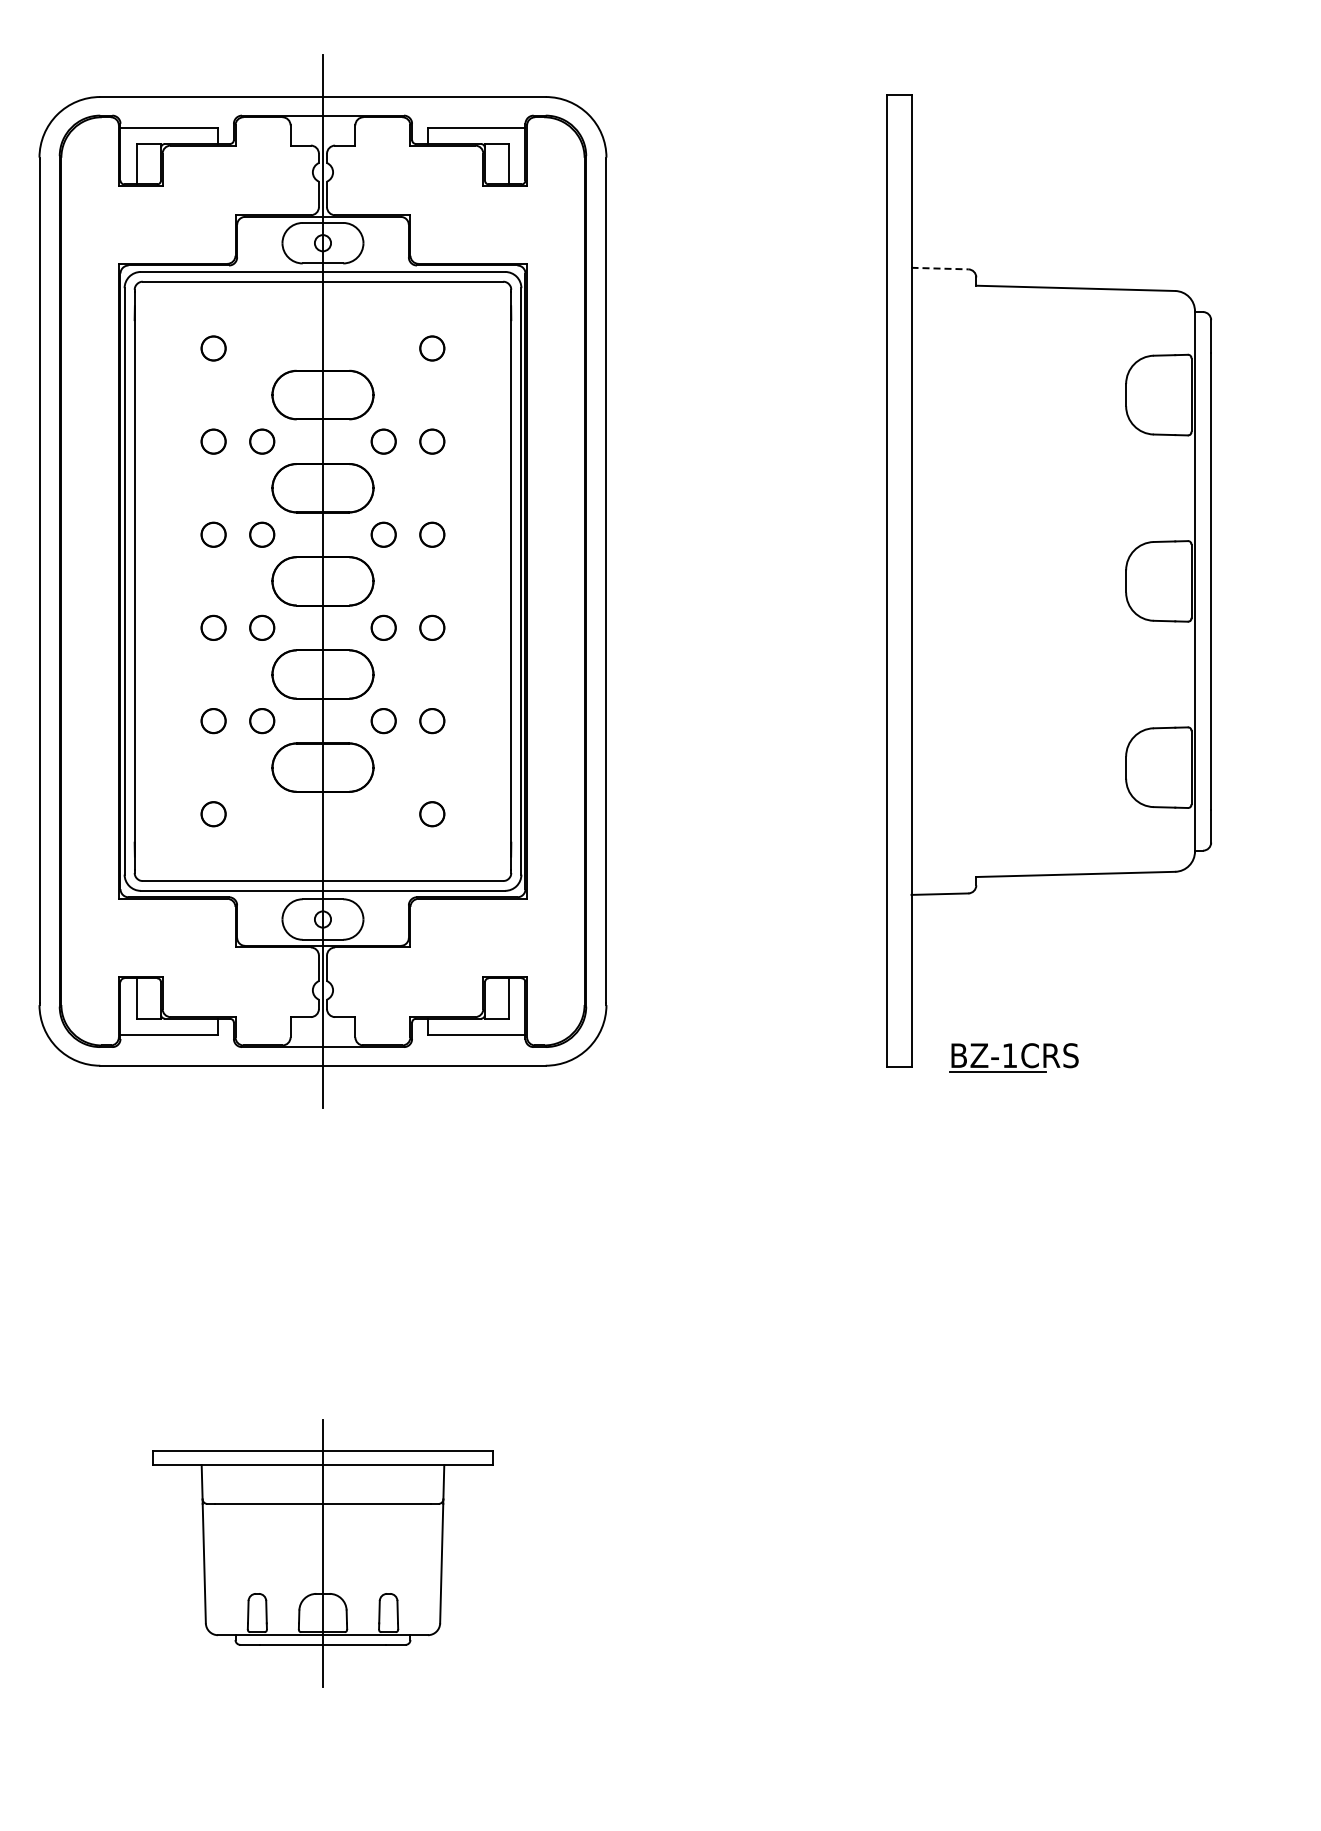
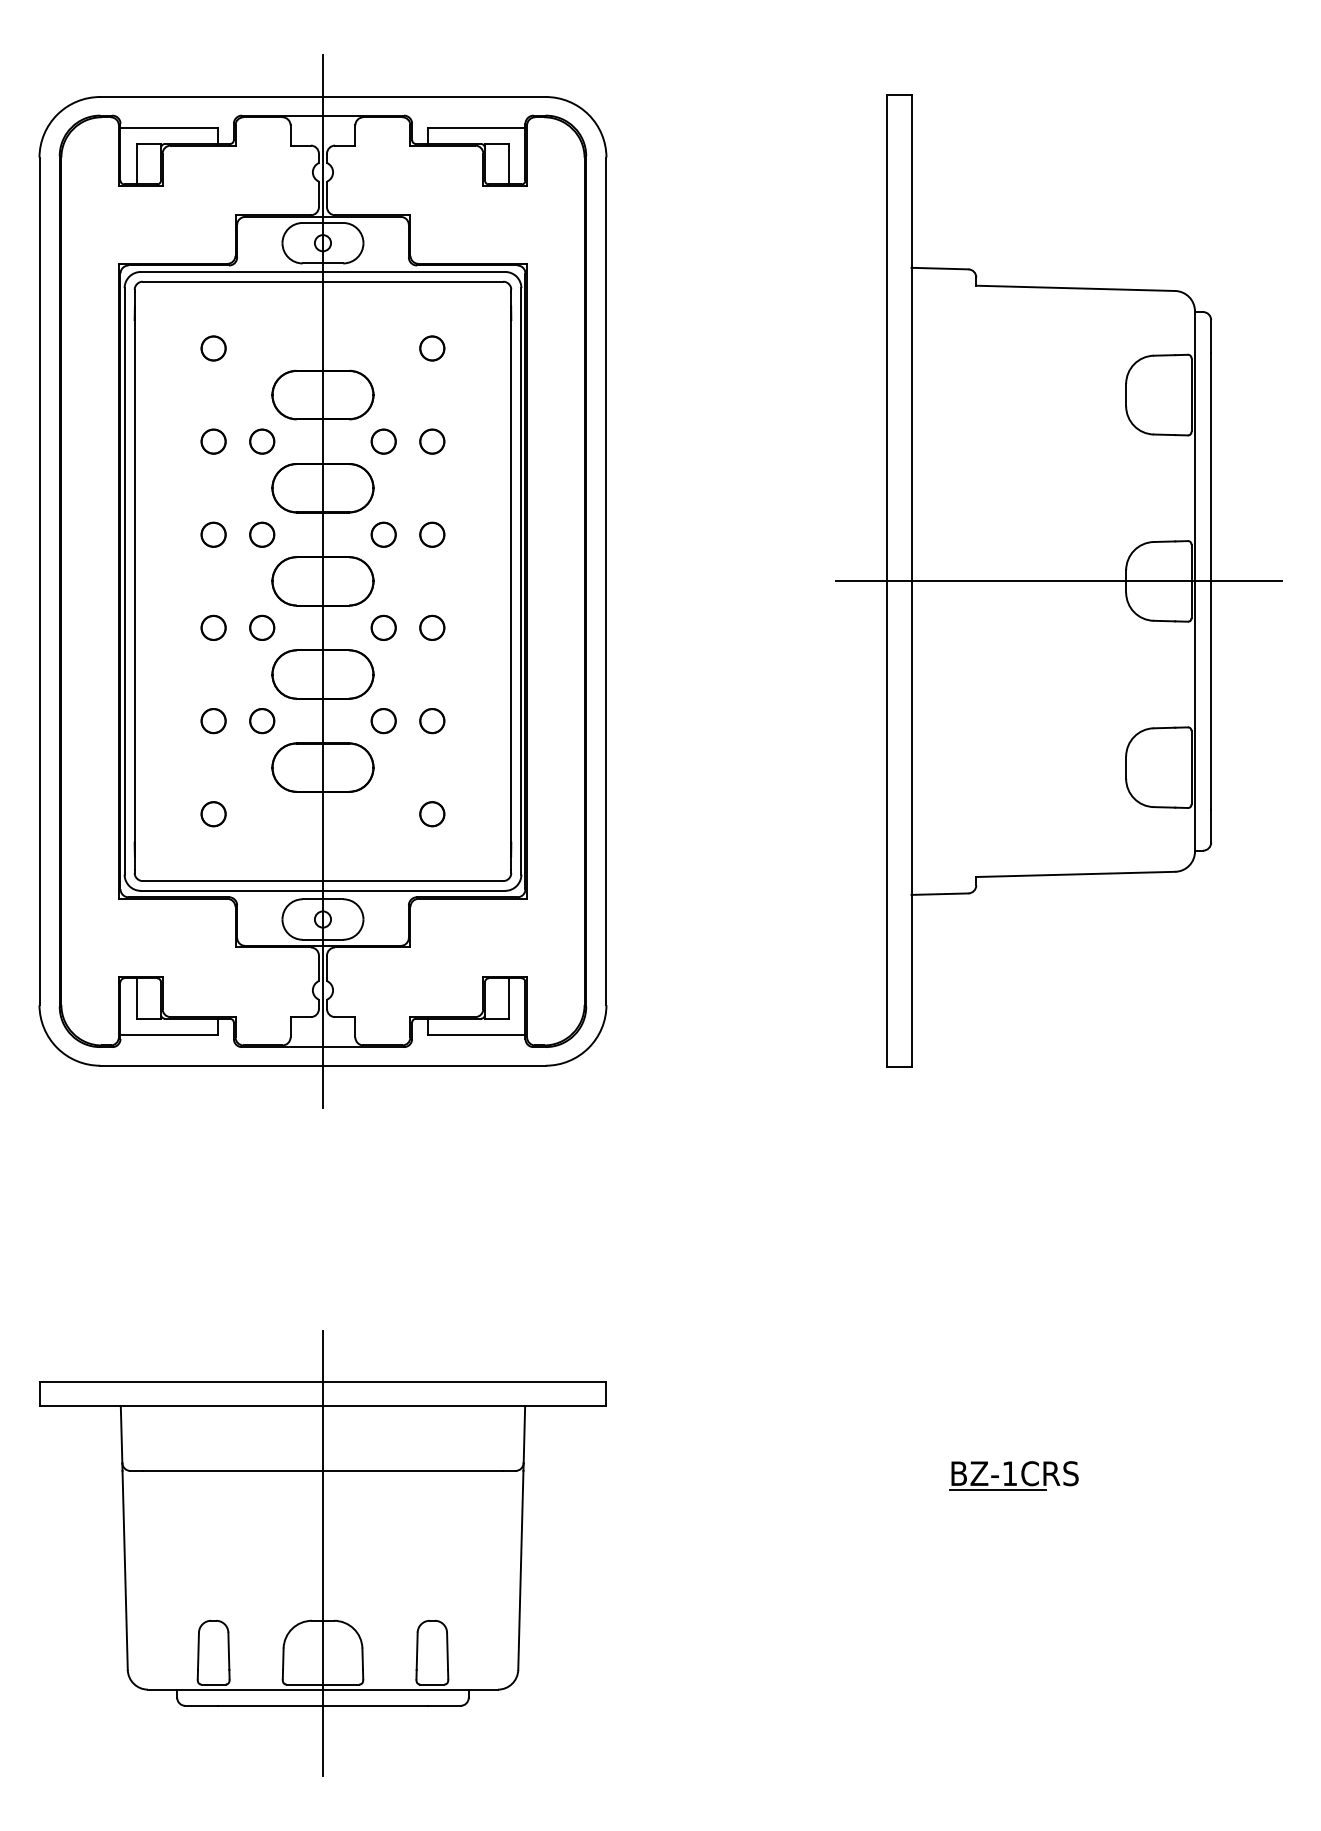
line at (940, 268): dashed -> solid
line at (1058, 581): none -> present
part at (1013, 1057) position: (1013, 1057) -> (1013, 1475)
part at (322, 1553) size: 342x269 px -> 568x447 px
